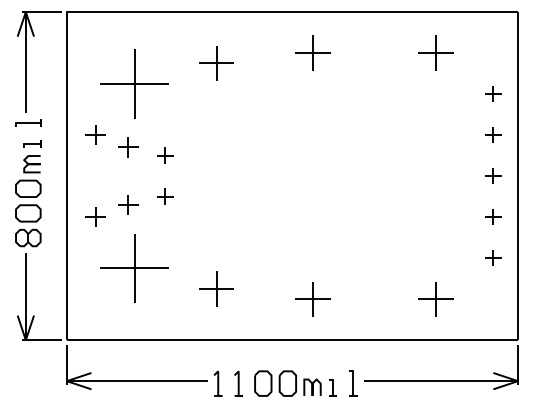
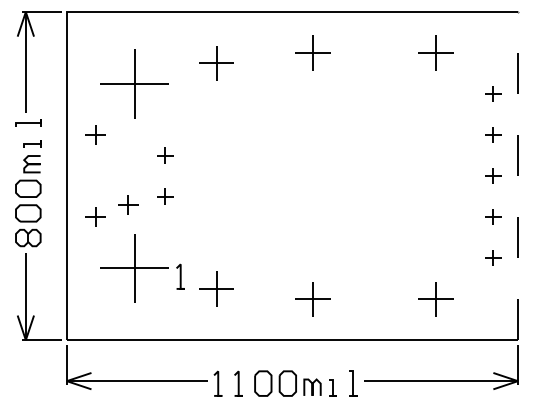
part at (128, 147): present -> none
line at (517, 175): solid -> dashed
line at (180, 276): none -> present
